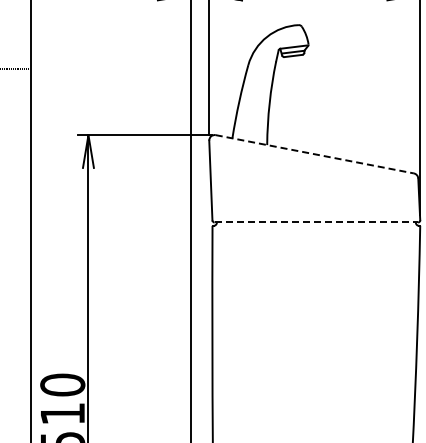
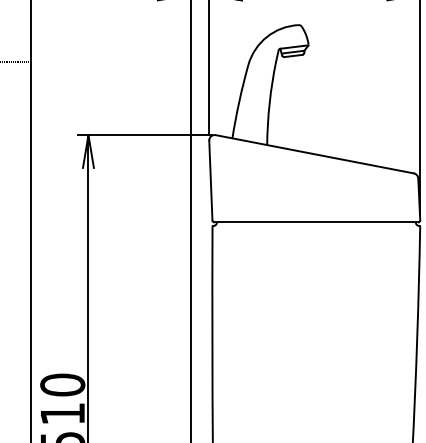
line at (16, 68) position: (16, 68) -> (16, 61)
line at (314, 154): dashed -> solid
line at (316, 222): dashed -> solid
